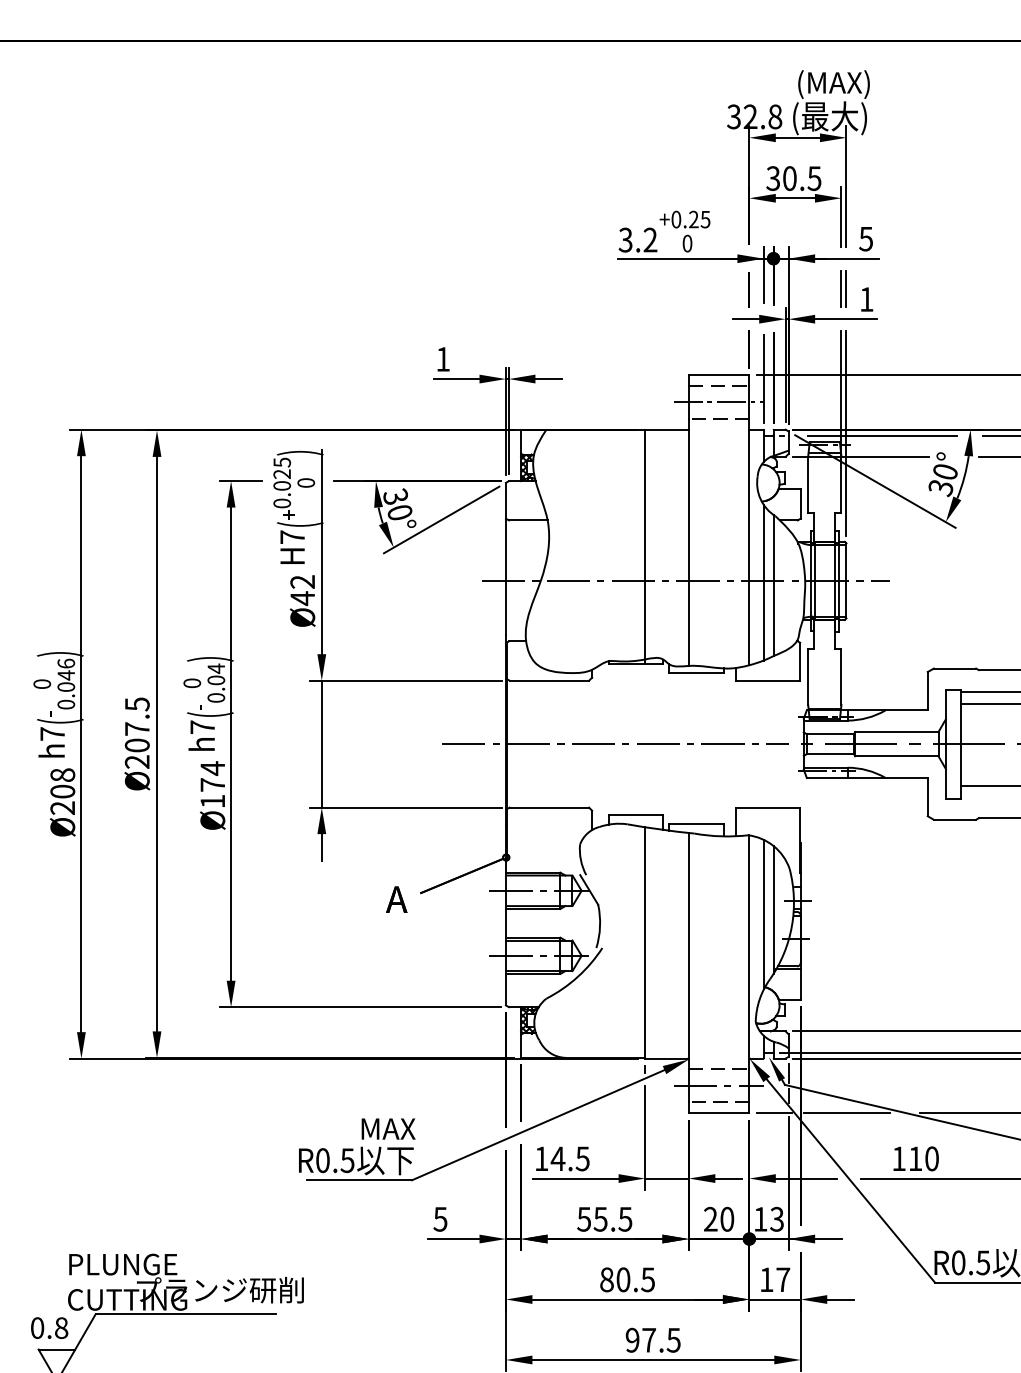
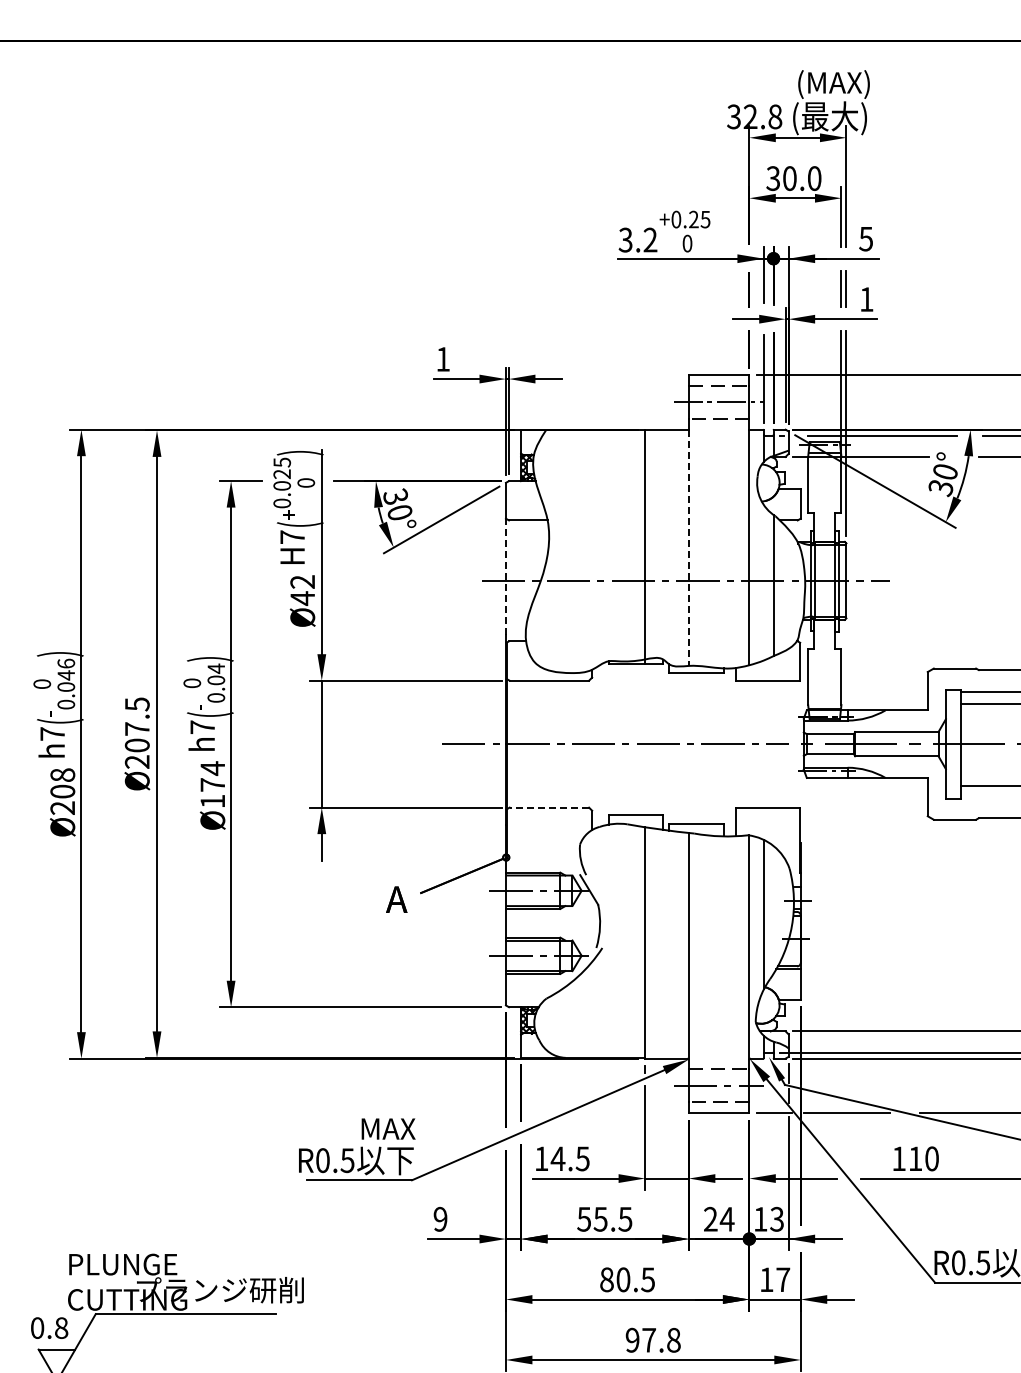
text at (814, 178): 30.5 -> 30.0
line at (688, 548): solid -> dashed
line at (505, 576): solid -> dashed
line at (763, 582): present -> none
line at (549, 807): solid -> dashed
line at (773, 909): present -> none
text at (440, 1218): 5 -> 9
text at (726, 1218): 20 -> 24
text at (673, 1339): 97.5 -> 97.8
